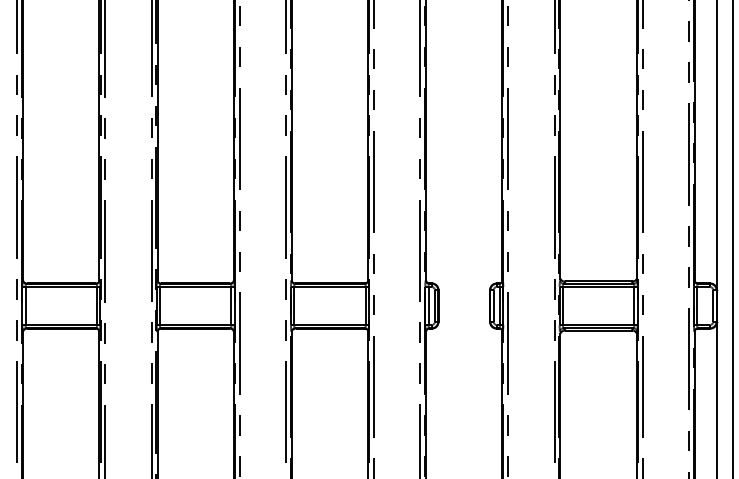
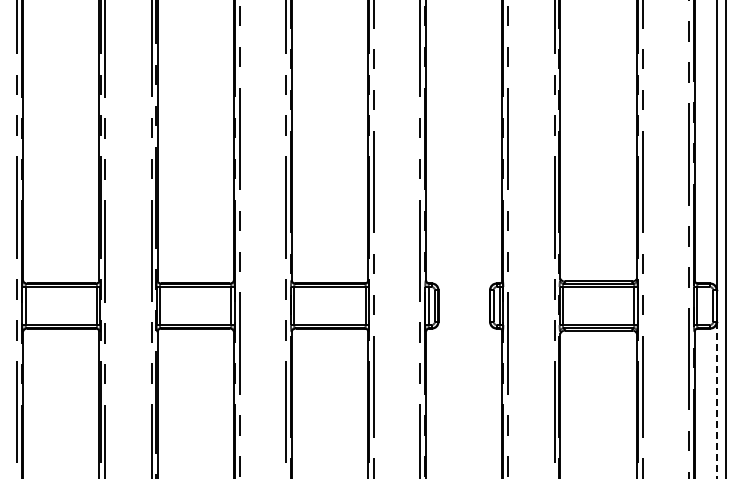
line at (732, 238) position: (732, 238) -> (725, 238)
line at (716, 401): solid -> dashed
